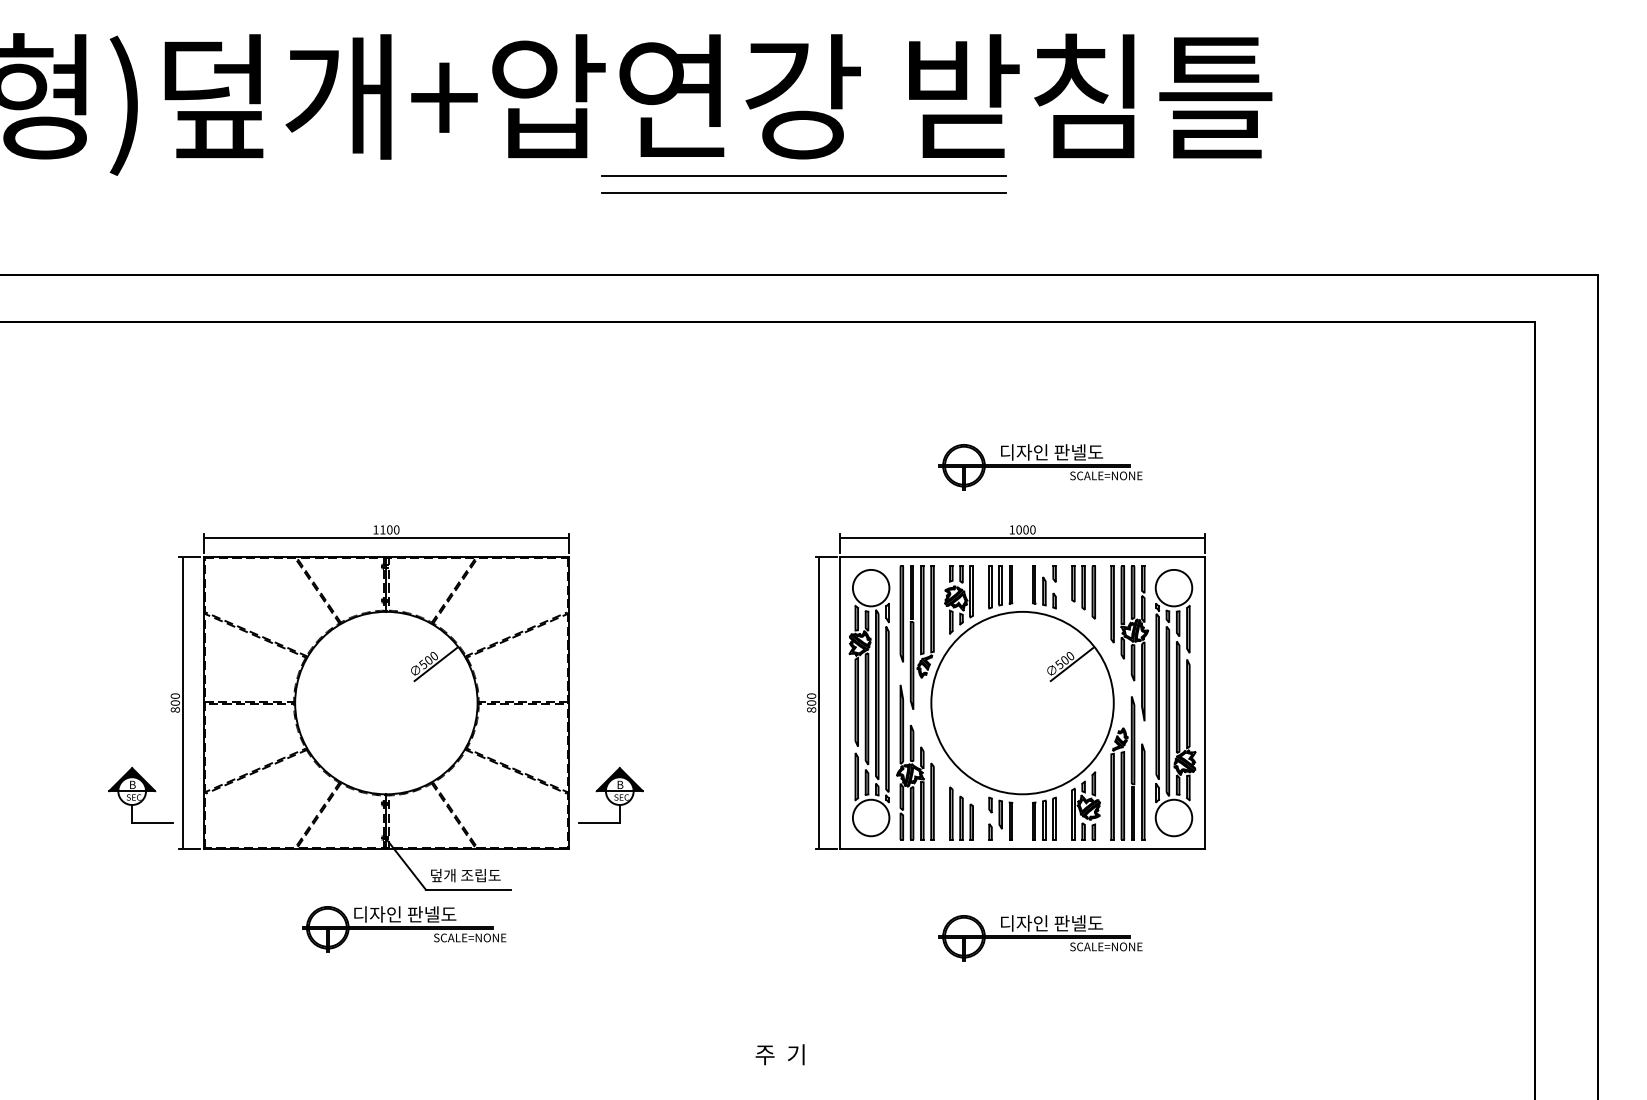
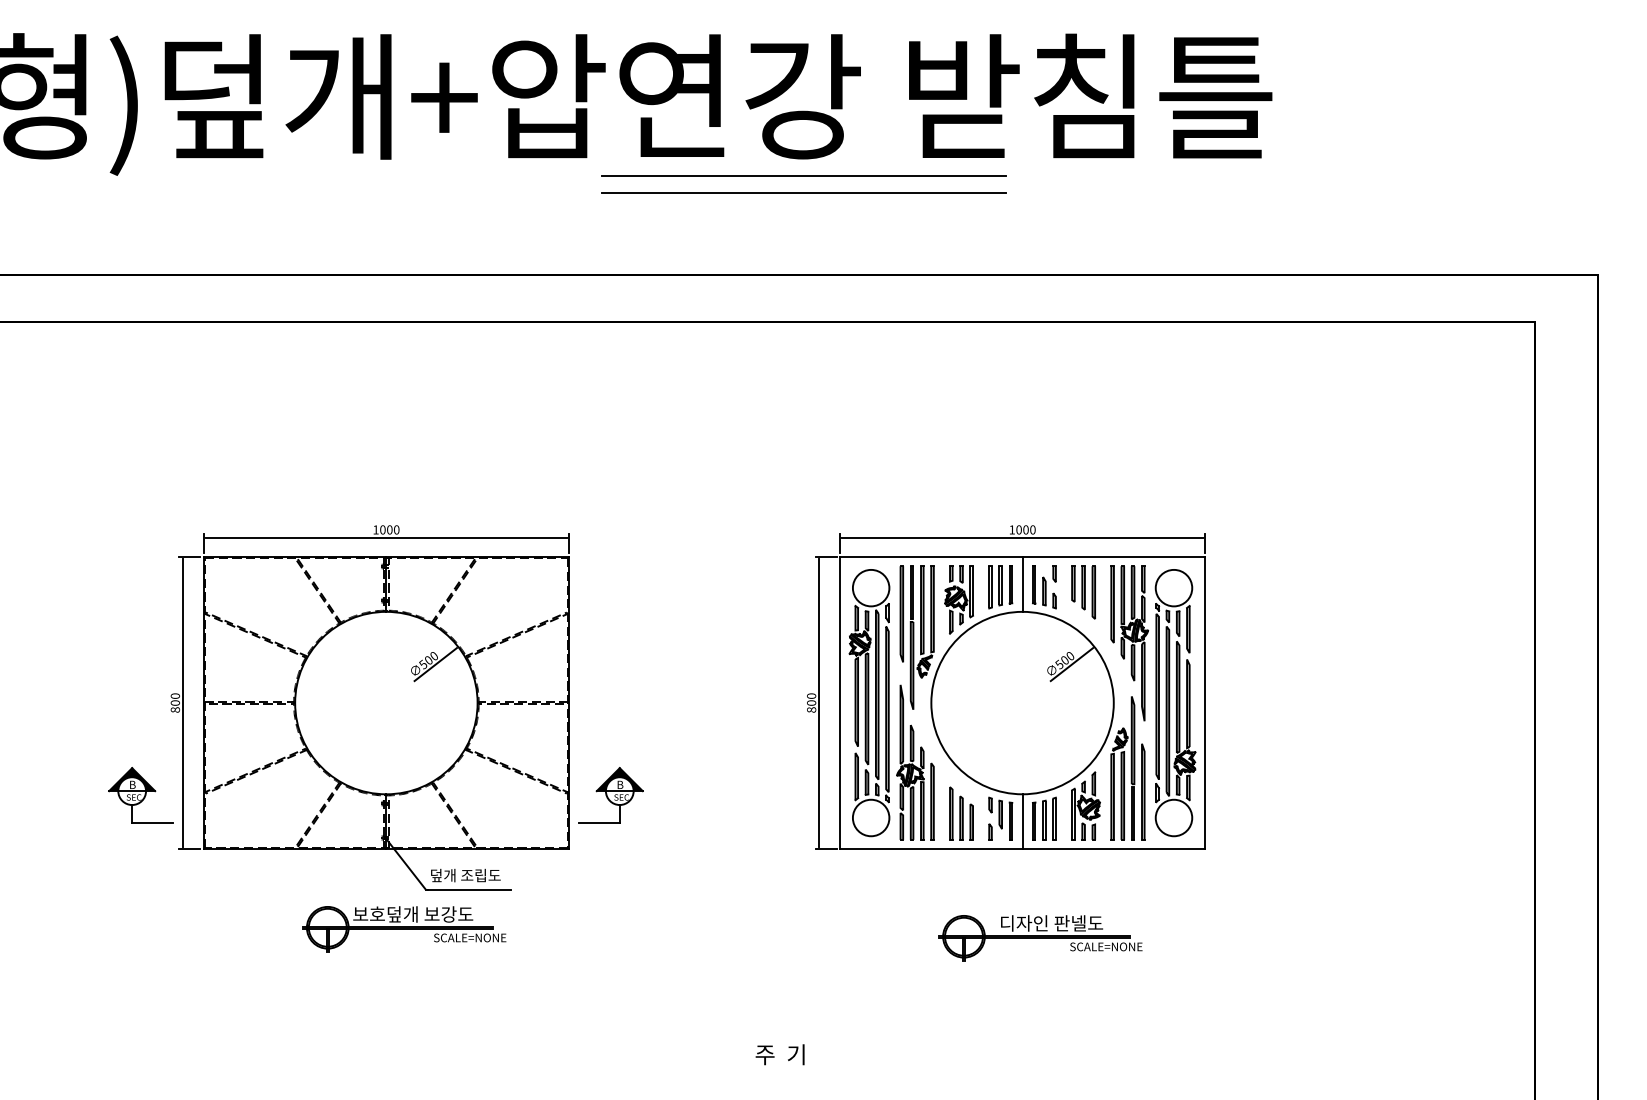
part at (1040, 467): present -> none
text at (382, 529): 1100 -> 1000
line at (1022, 584): none -> present
line at (1022, 821): none -> present
text at (413, 914): 디자인 판넬도 -> 보호덮개 보강도
